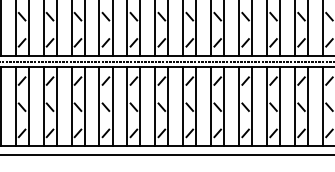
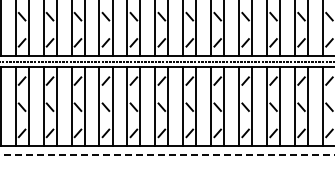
line at (167, 154): solid -> dashed
